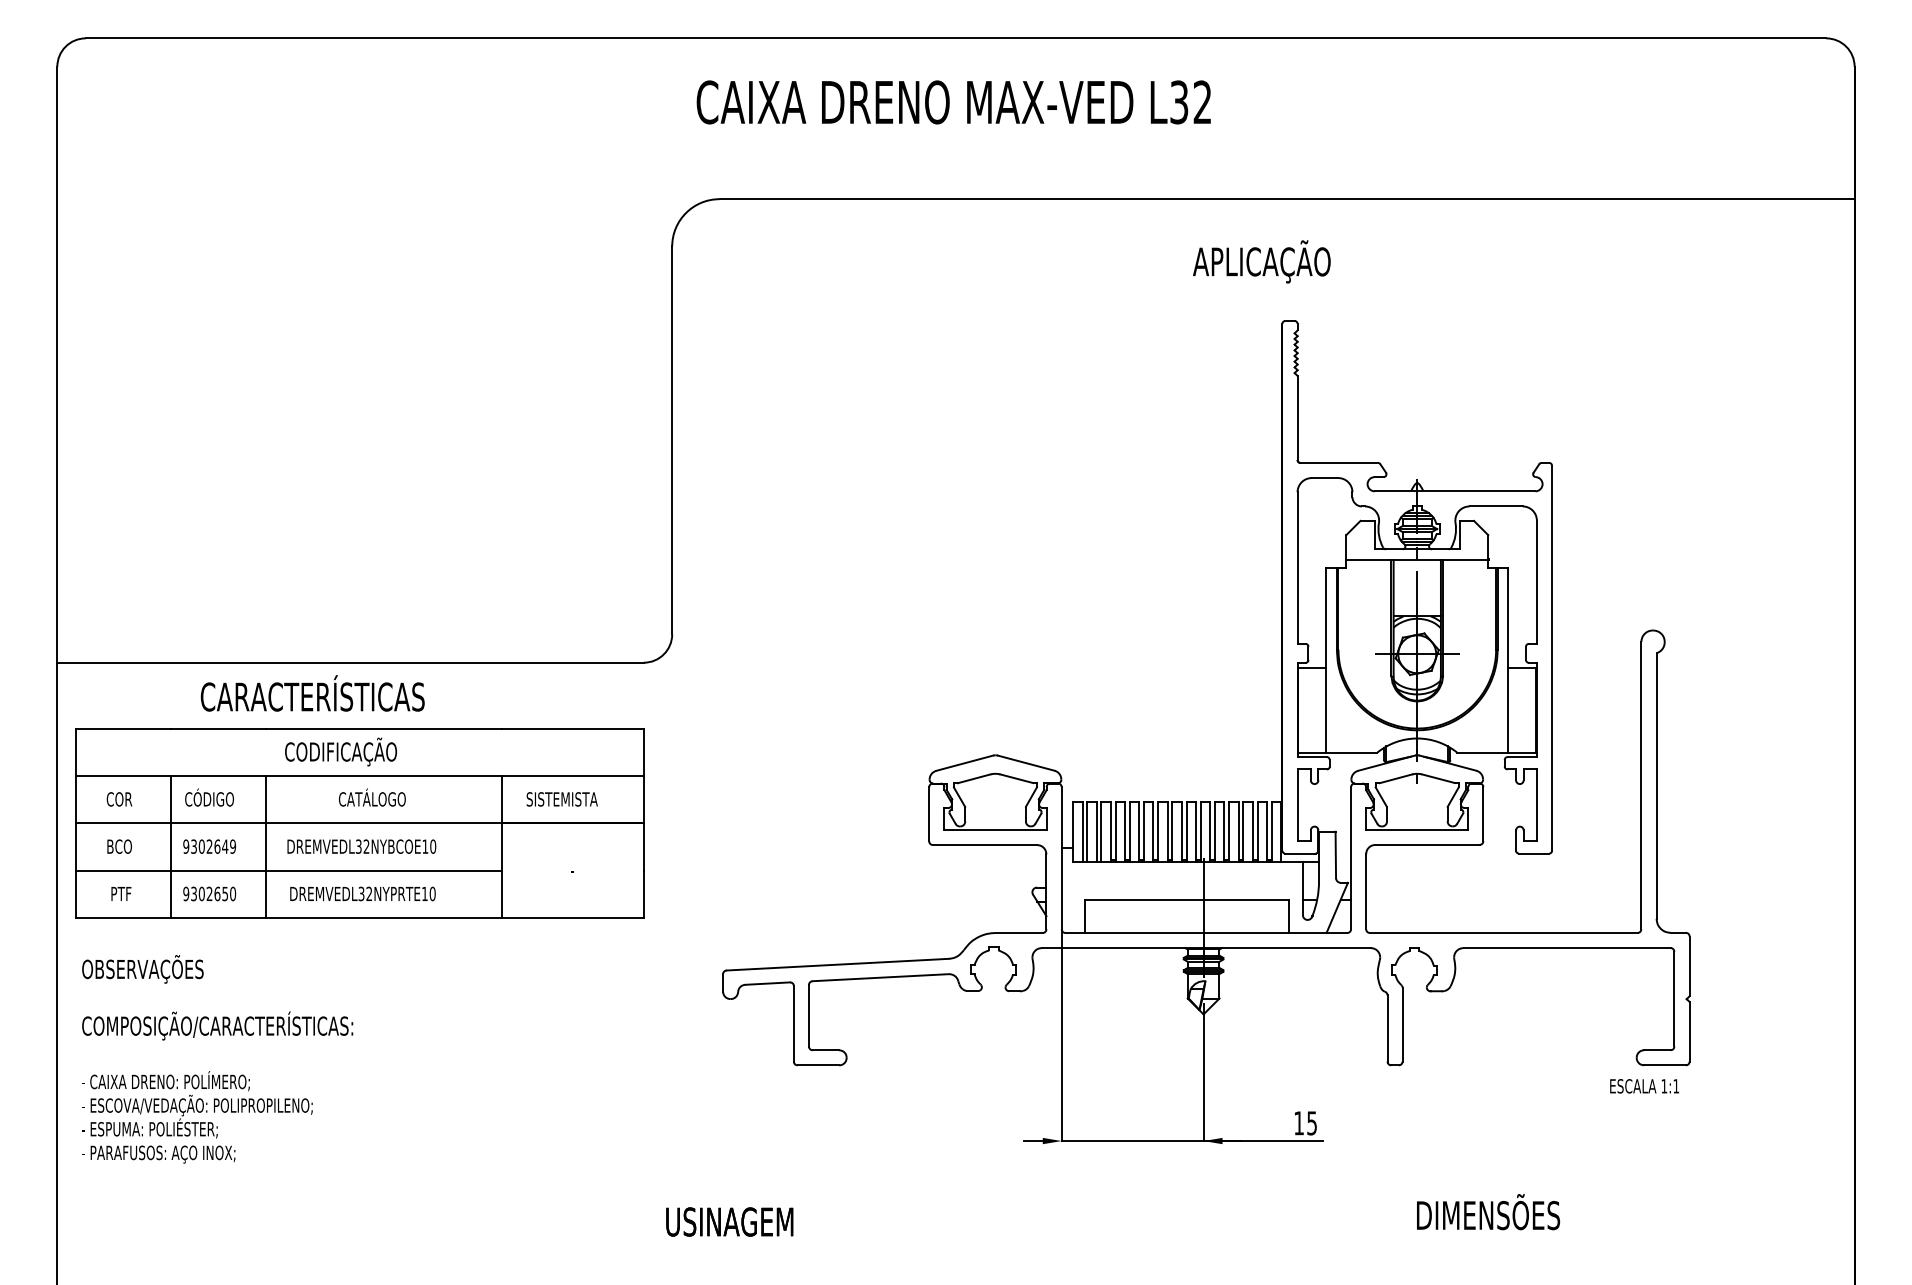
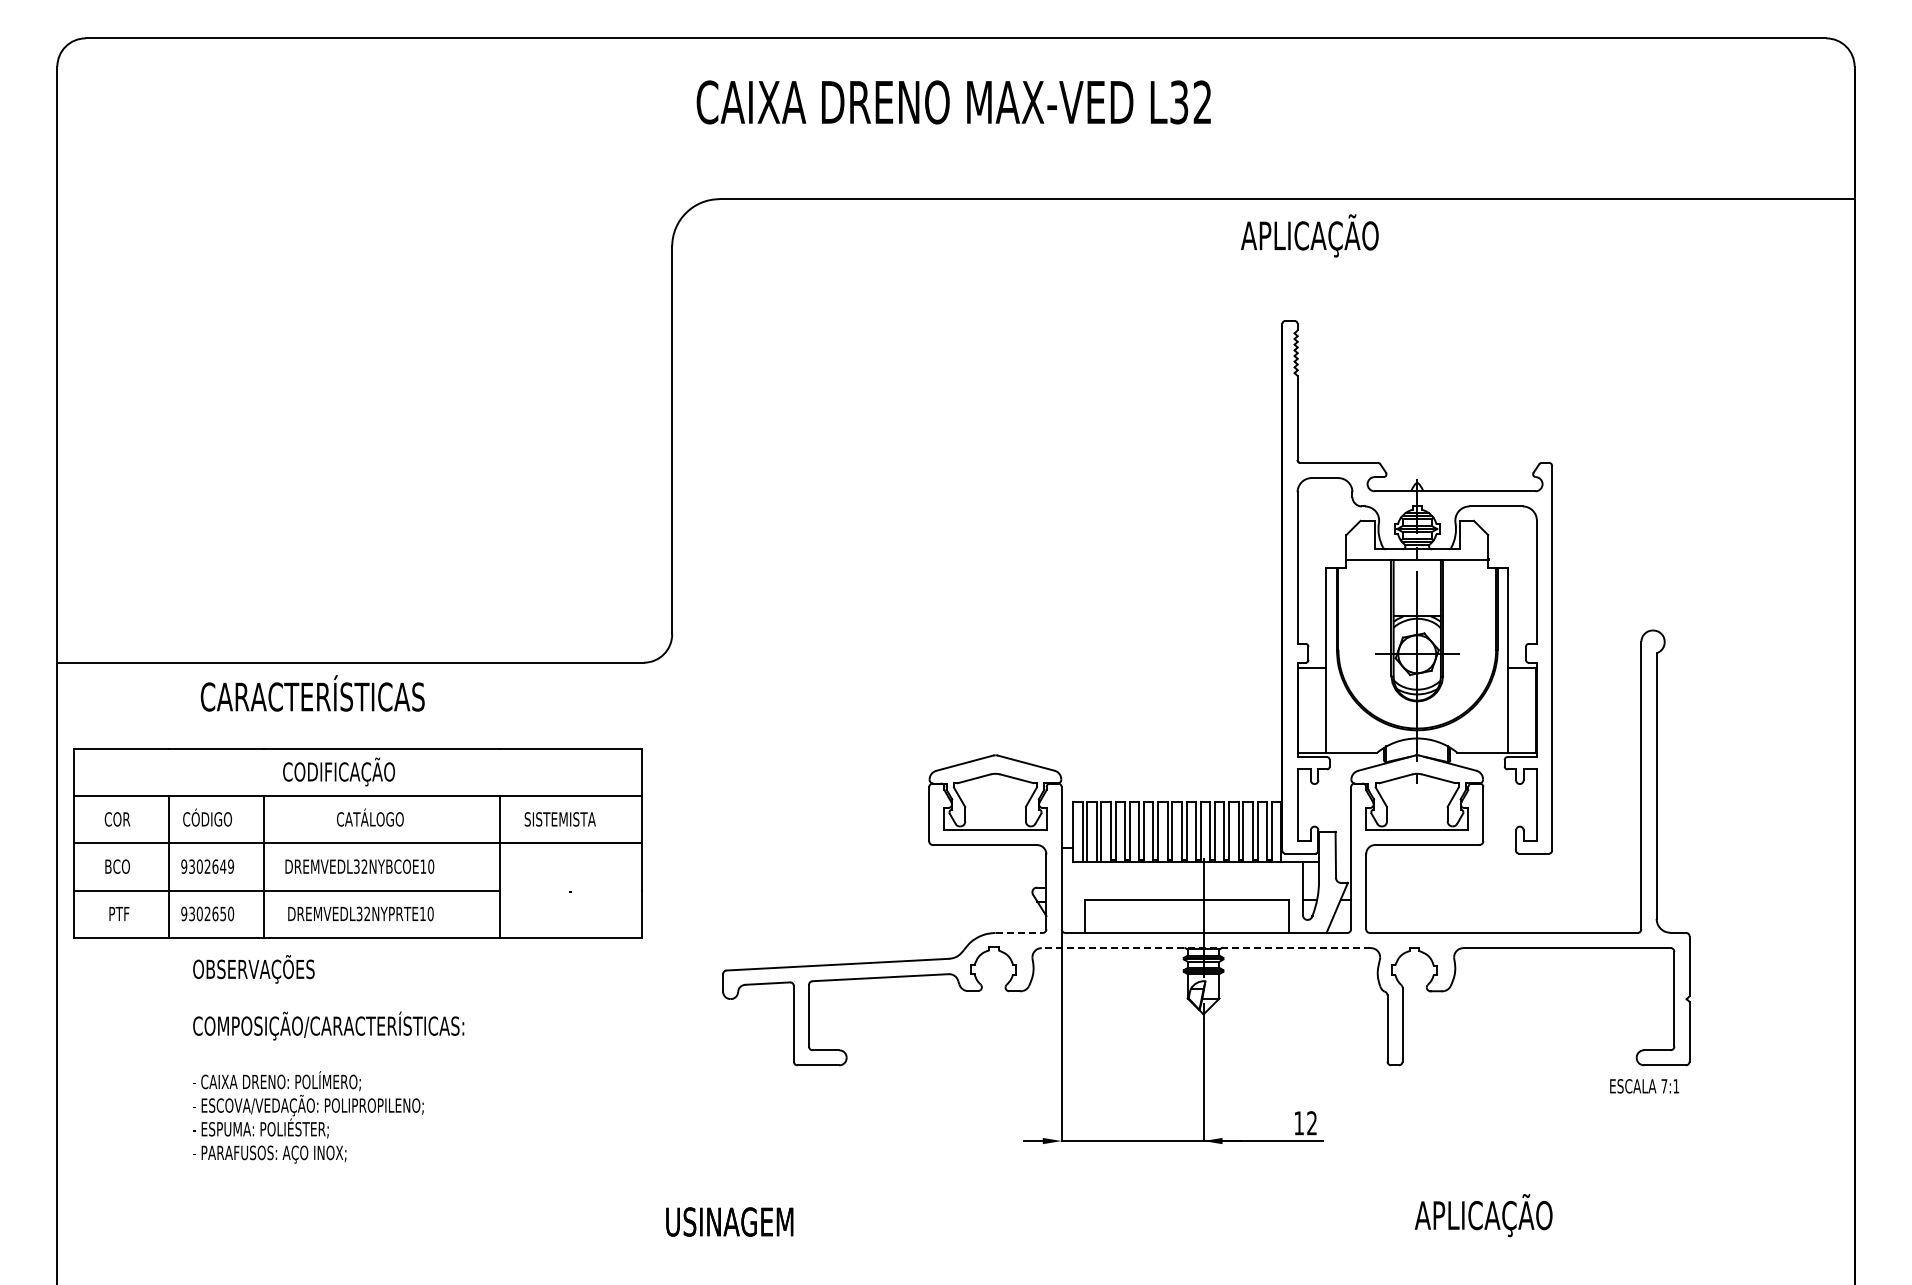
text at (1261, 261) position: (1261, 261) -> (1309, 235)
part at (359, 823) position: (359, 823) -> (357, 843)
line at (1019, 932): solid -> dashed
line at (1205, 948): solid -> dashed
text at (217, 1059) position: (217, 1059) -> (328, 1059)
text at (1664, 1086): 1:1 -> 7:1
text at (1311, 1123): 15 -> 12
text at (1487, 1215): DIMENSÕES -> APLICAÇÃO
